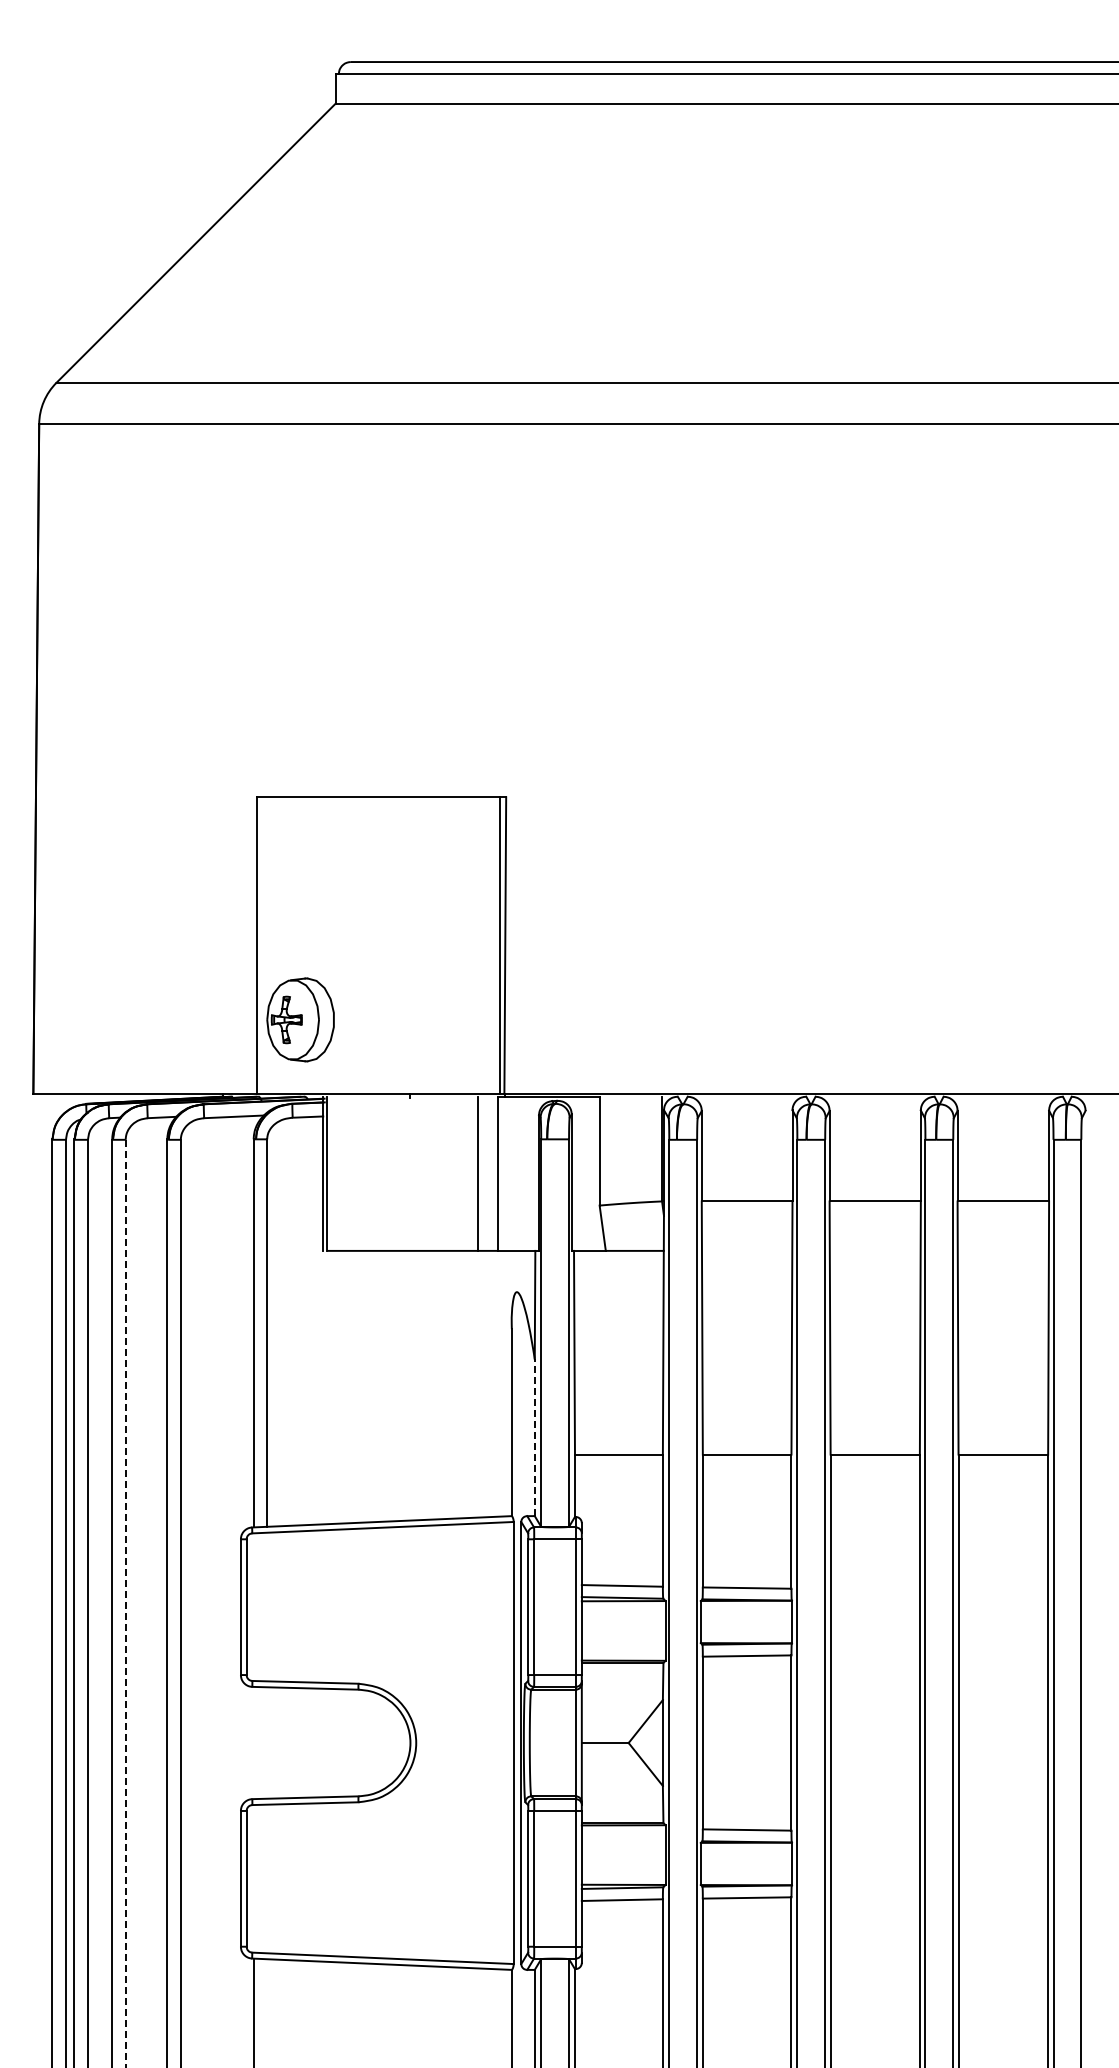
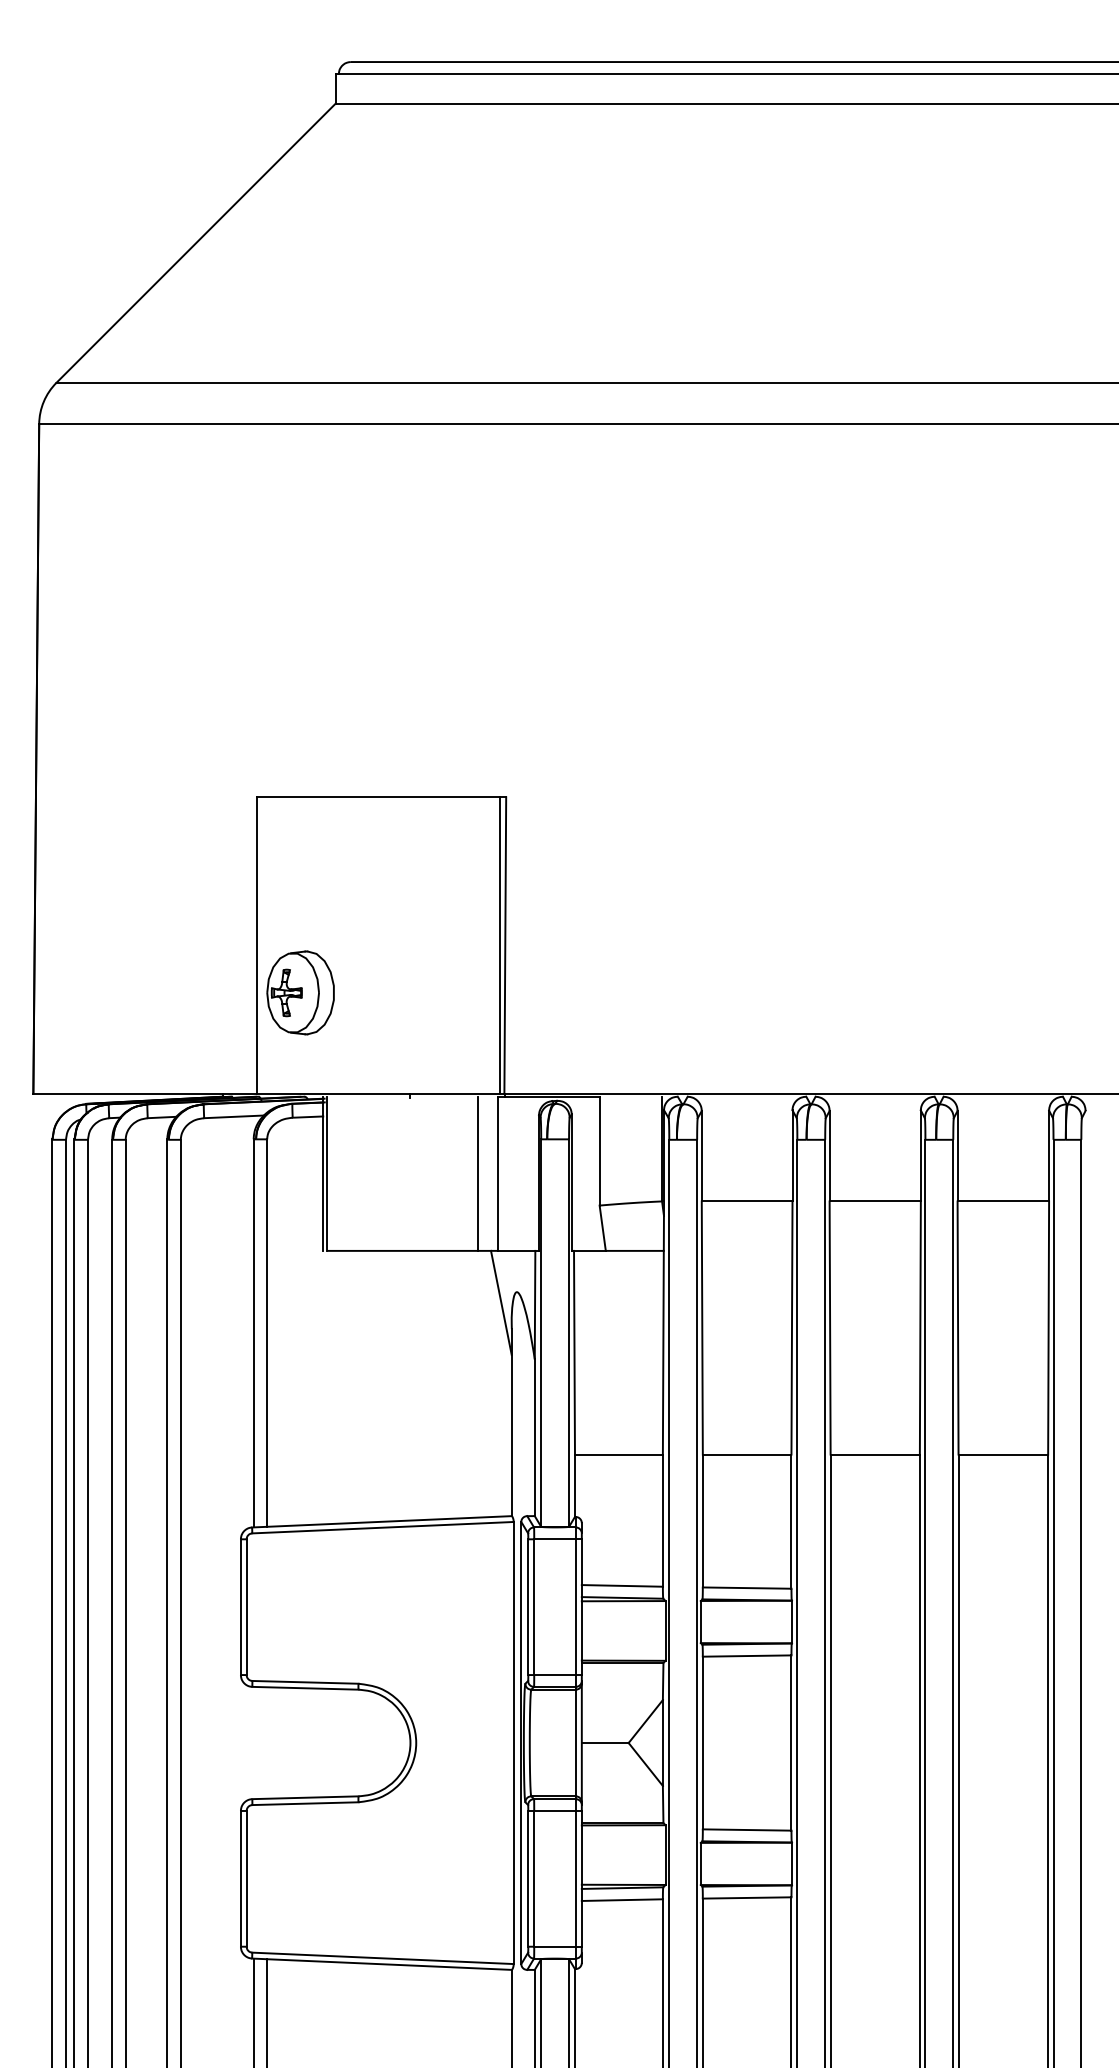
part at (300, 1019) position: (300, 1019) -> (300, 992)
line at (501, 1302): none -> present
line at (534, 1437): dashed -> solid
line at (125, 1603): dashed -> solid
line at (267, 2011): none -> present
